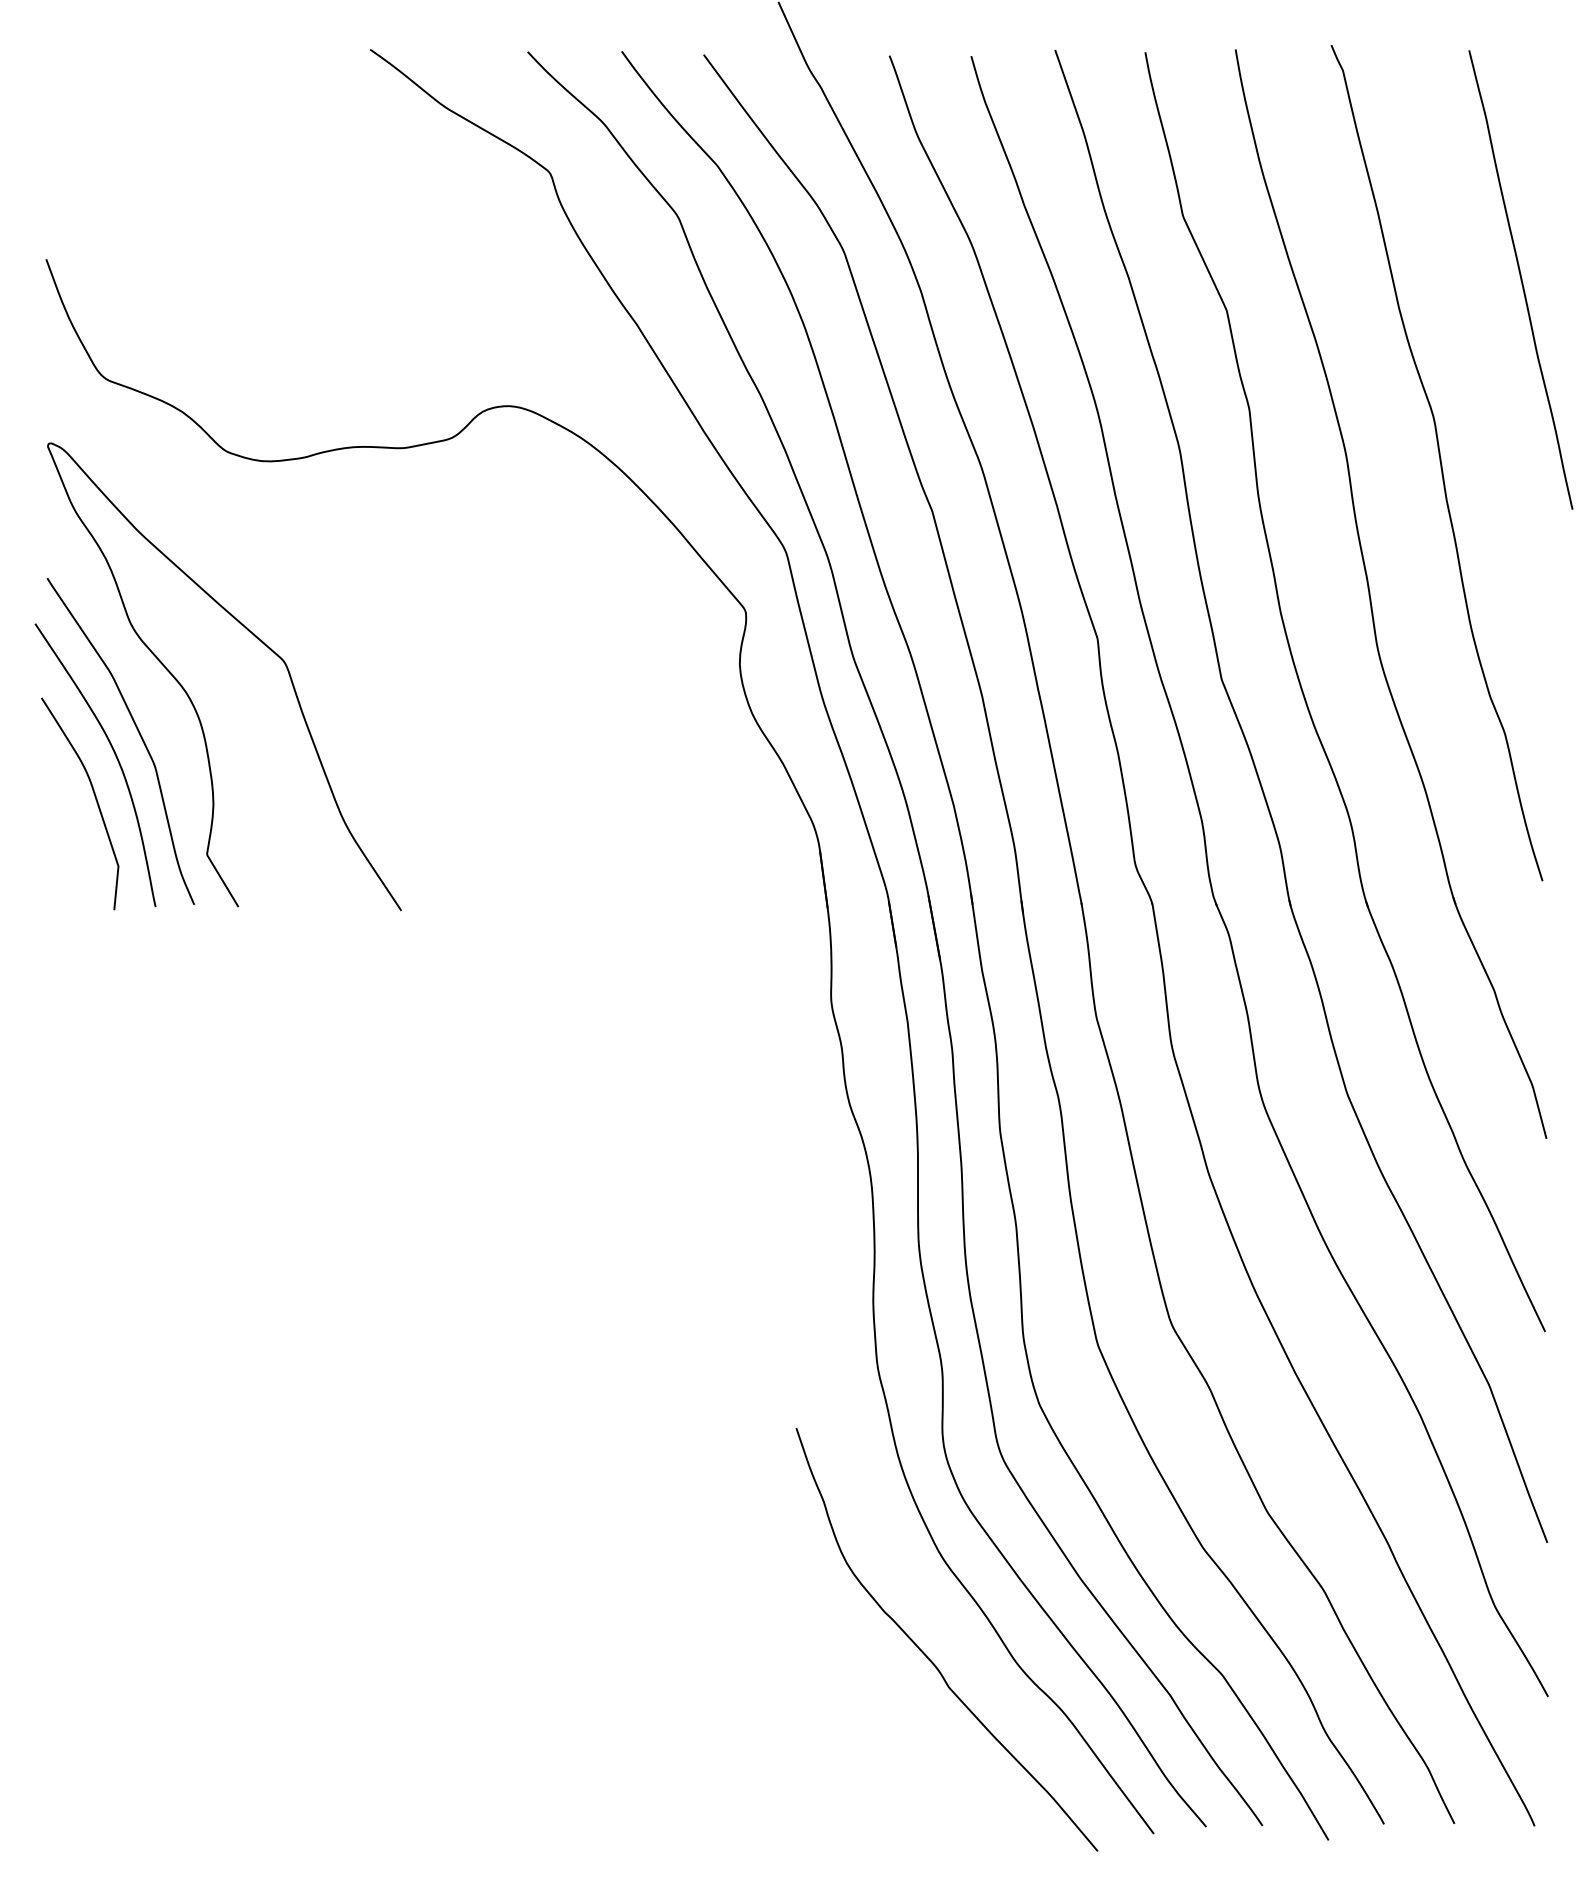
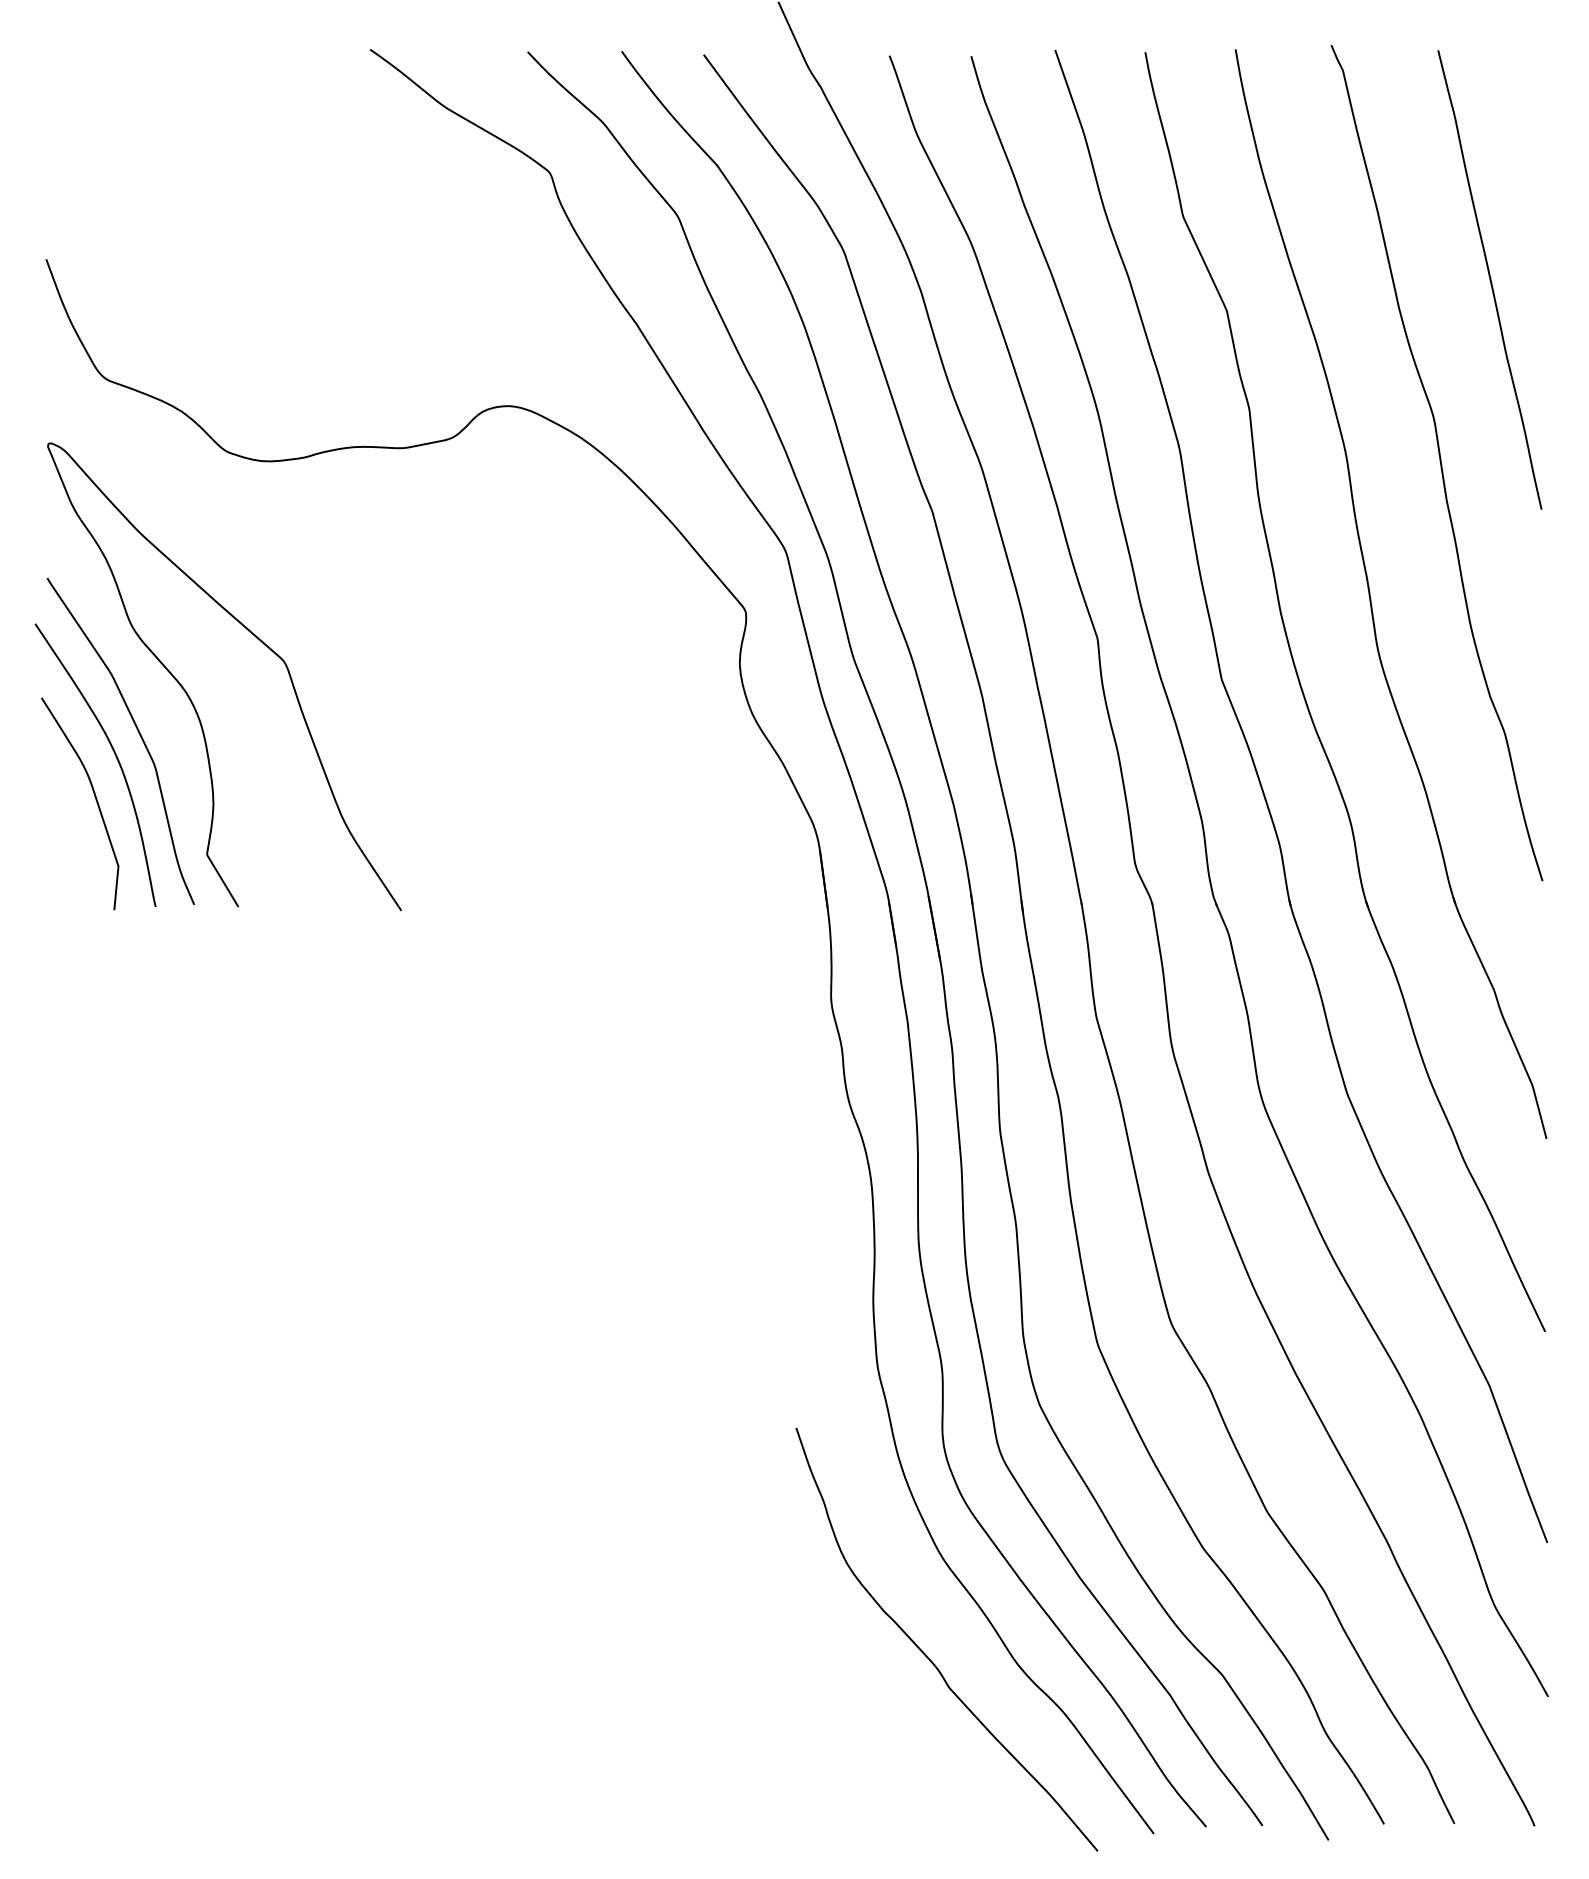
curve at (1520, 279) position: (1520, 279) -> (1489, 279)
